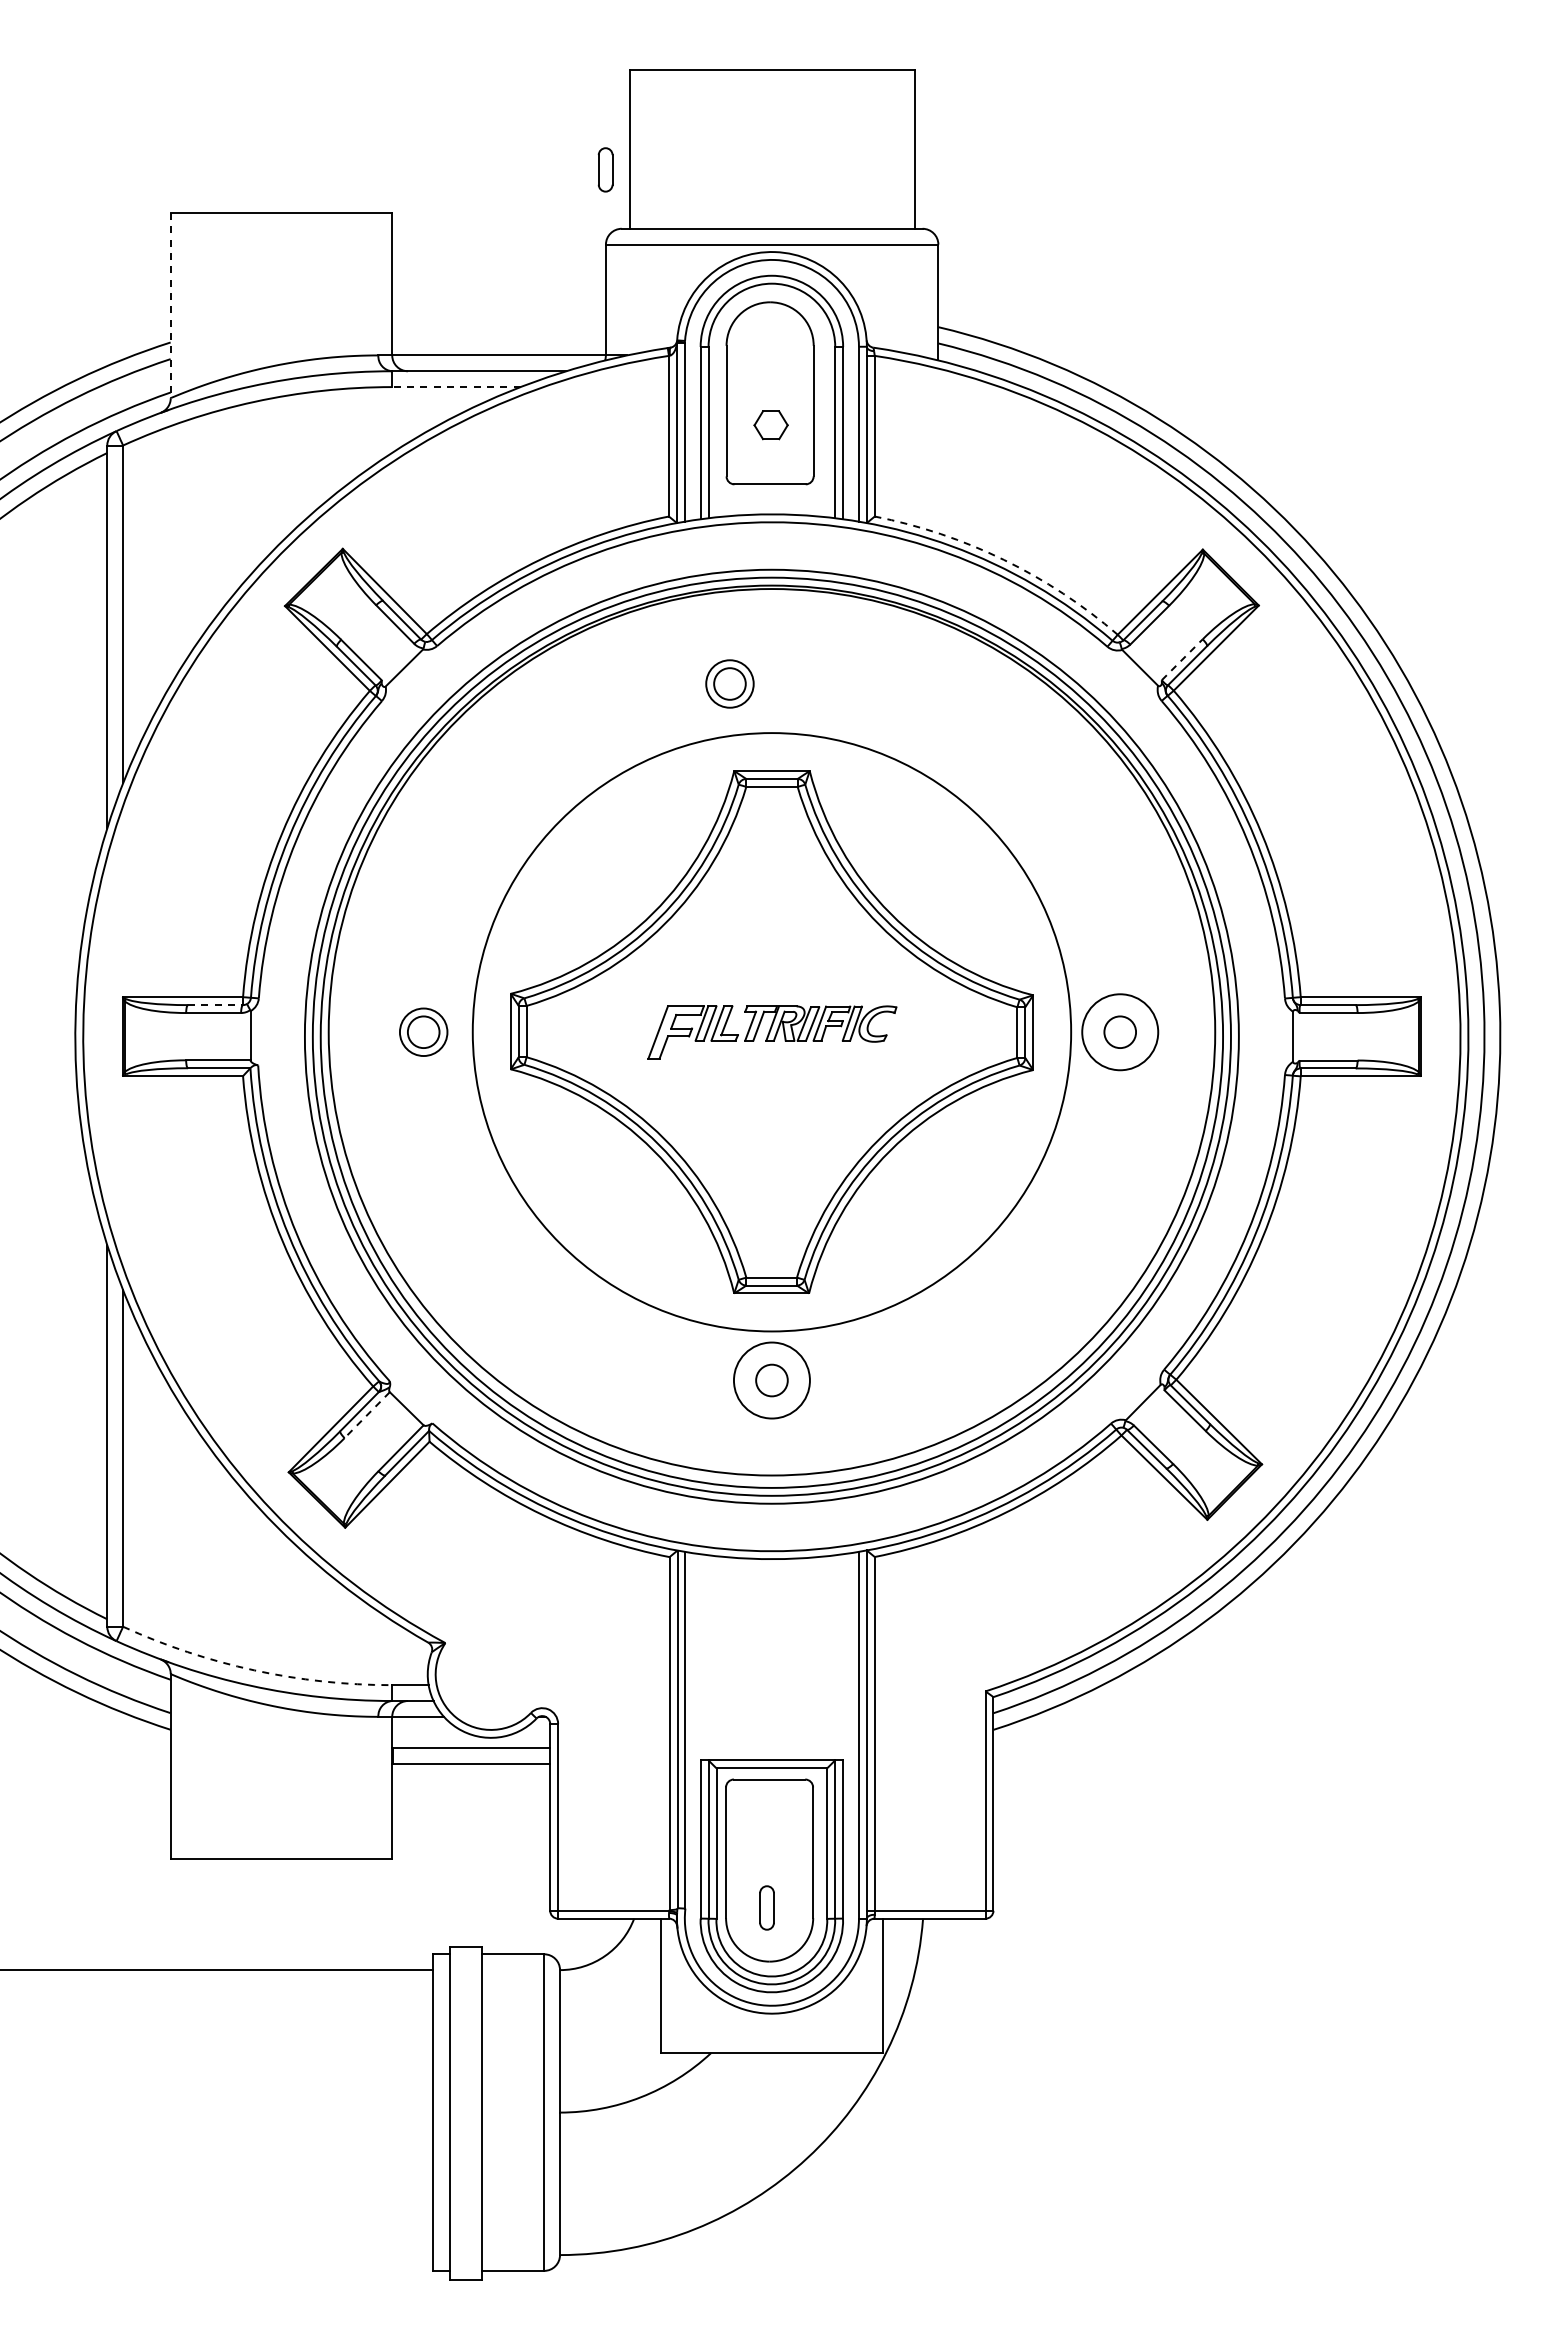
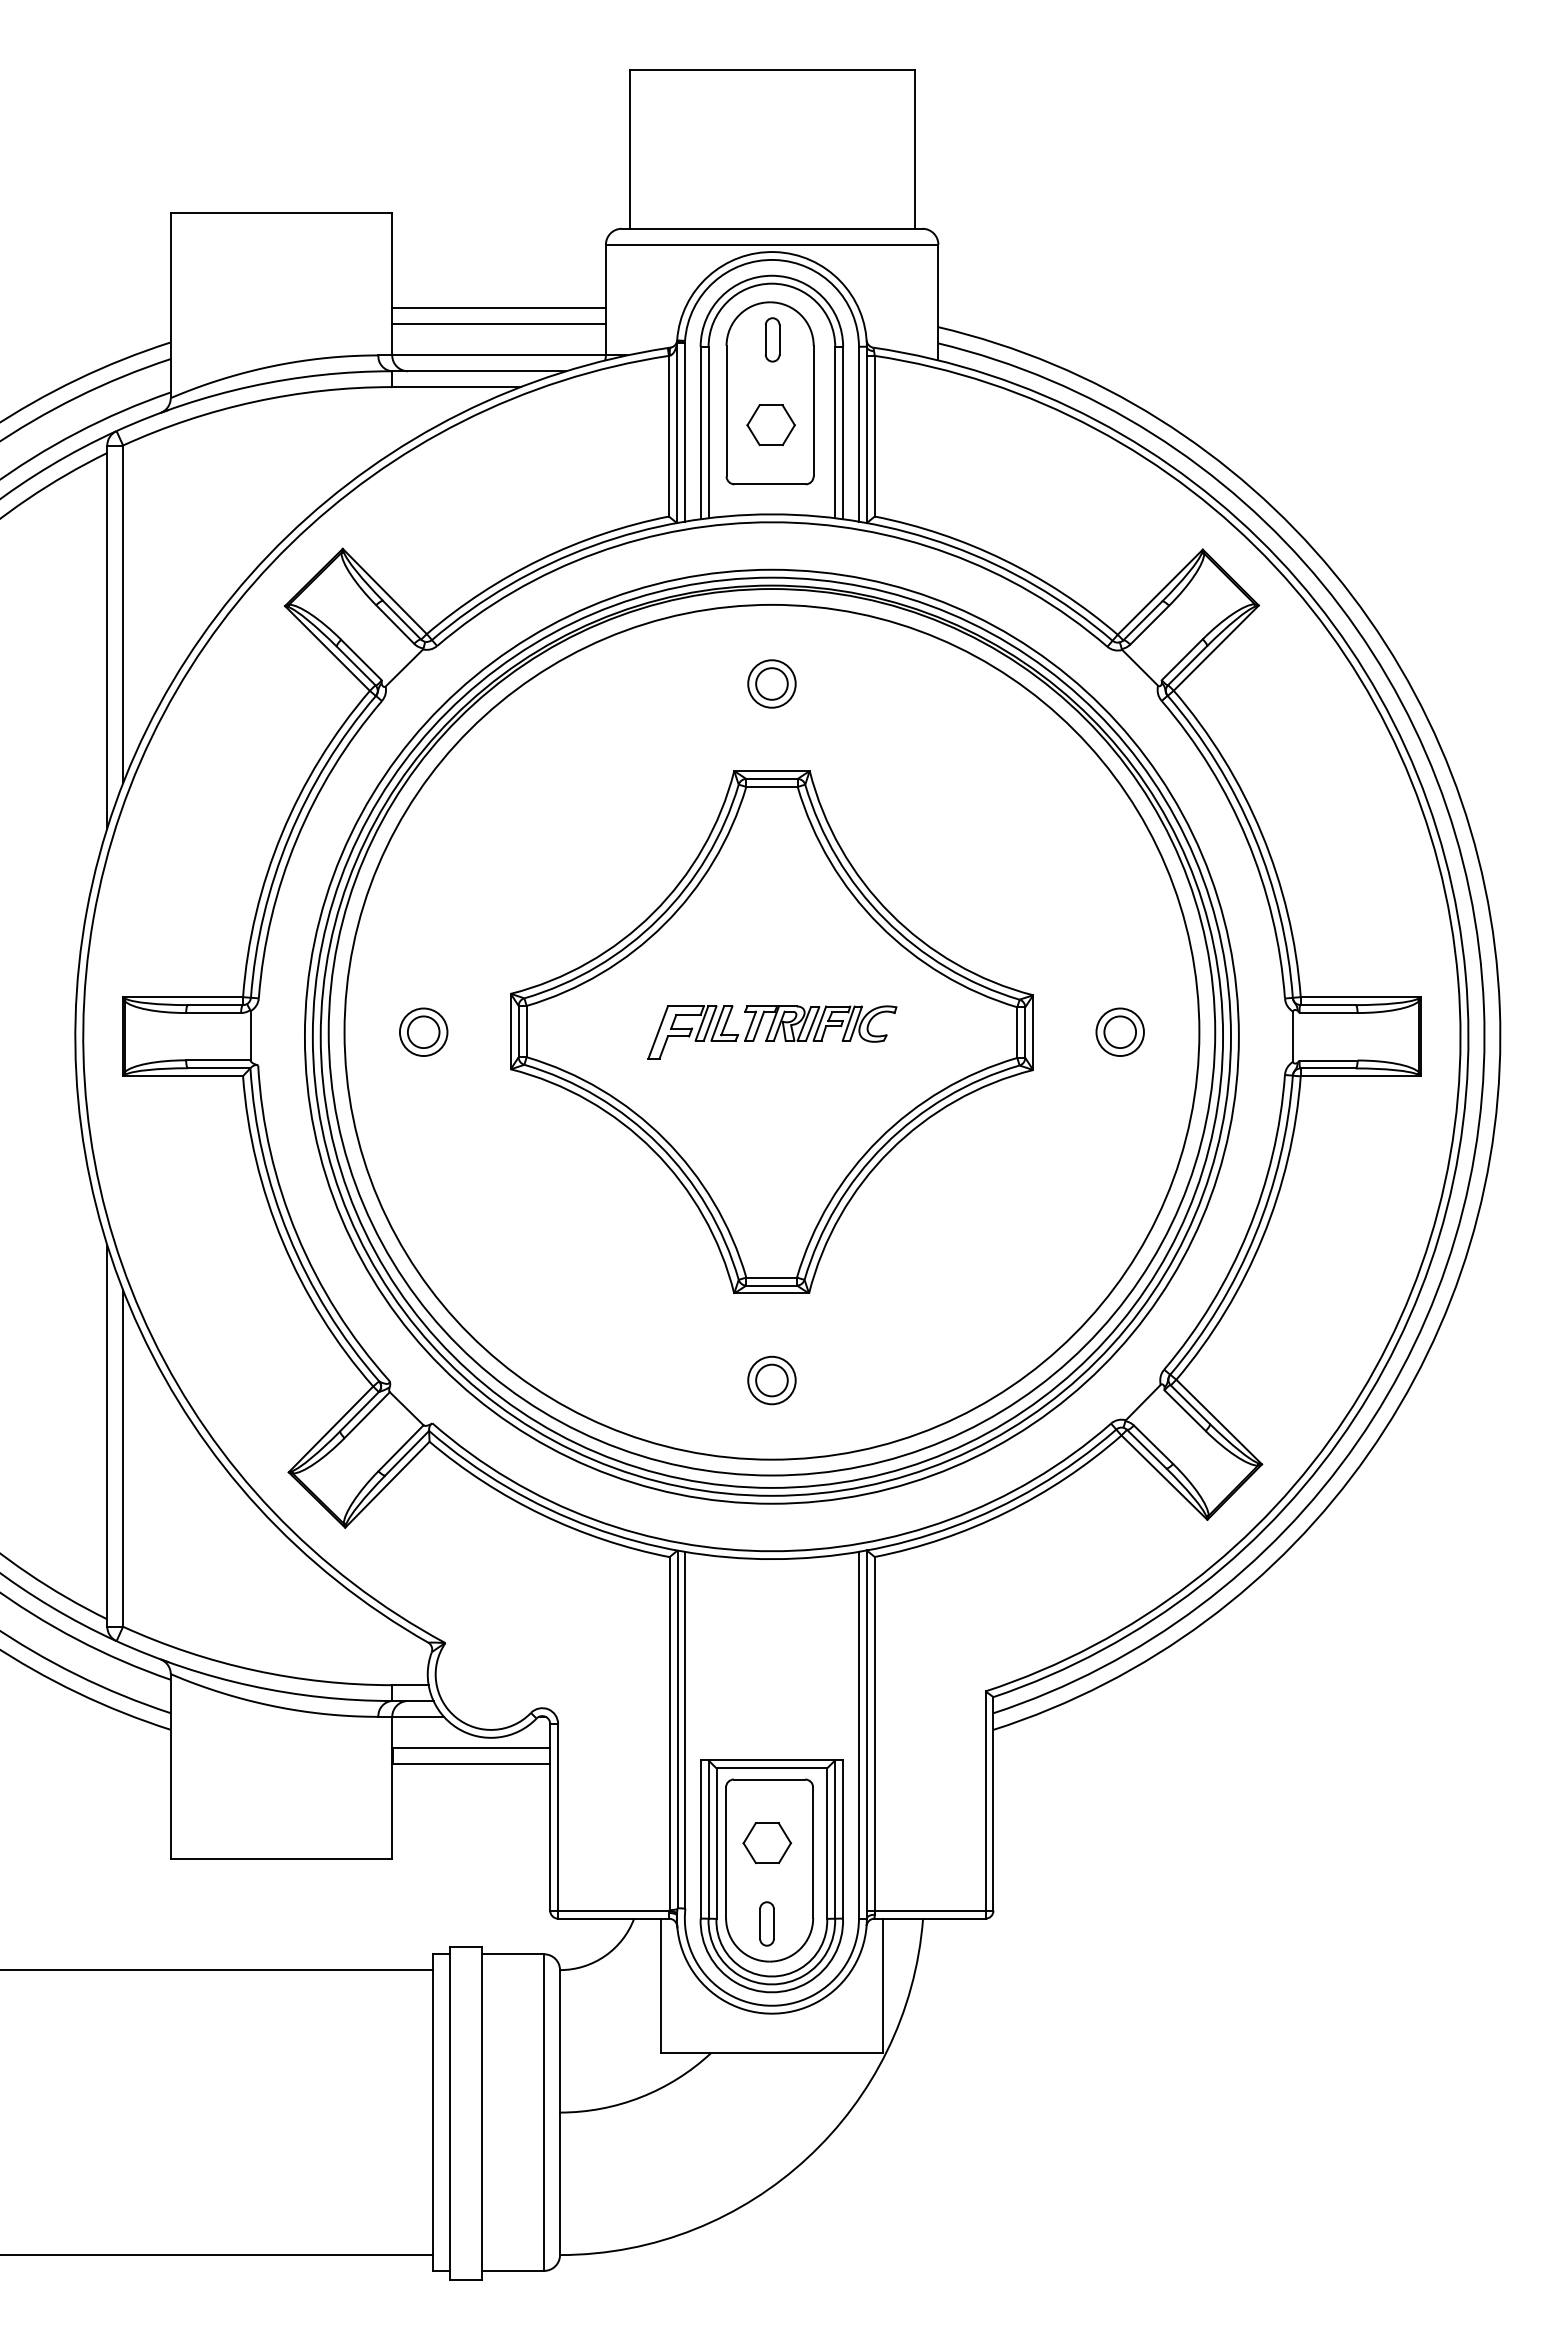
part at (605, 169) position: (605, 169) -> (772, 339)
line at (170, 305): dashed -> solid
line at (498, 307): none -> present
line at (498, 323): none -> present
line at (455, 387): dashed -> solid
part at (770, 425) size: 36x31 px -> 50x43 px
arc at (1003, 559): dashed -> solid
line at (1182, 659): dashed -> solid
part at (729, 683) position: (729, 683) -> (771, 683)
line at (216, 1005): dashed -> solid
circle at (771, 1032) diameter: 598 px -> 855 px
circle at (1120, 1032) diameter: 76 px -> 47 px
circle at (771, 1380) diameter: 76 px -> 47 px
line at (366, 1415): dashed -> solid
arc at (254, 1670): dashed -> solid
part at (767, 1843): none -> present
part at (766, 1907) position: (766, 1907) -> (766, 1923)
line at (217, 2255): none -> present
